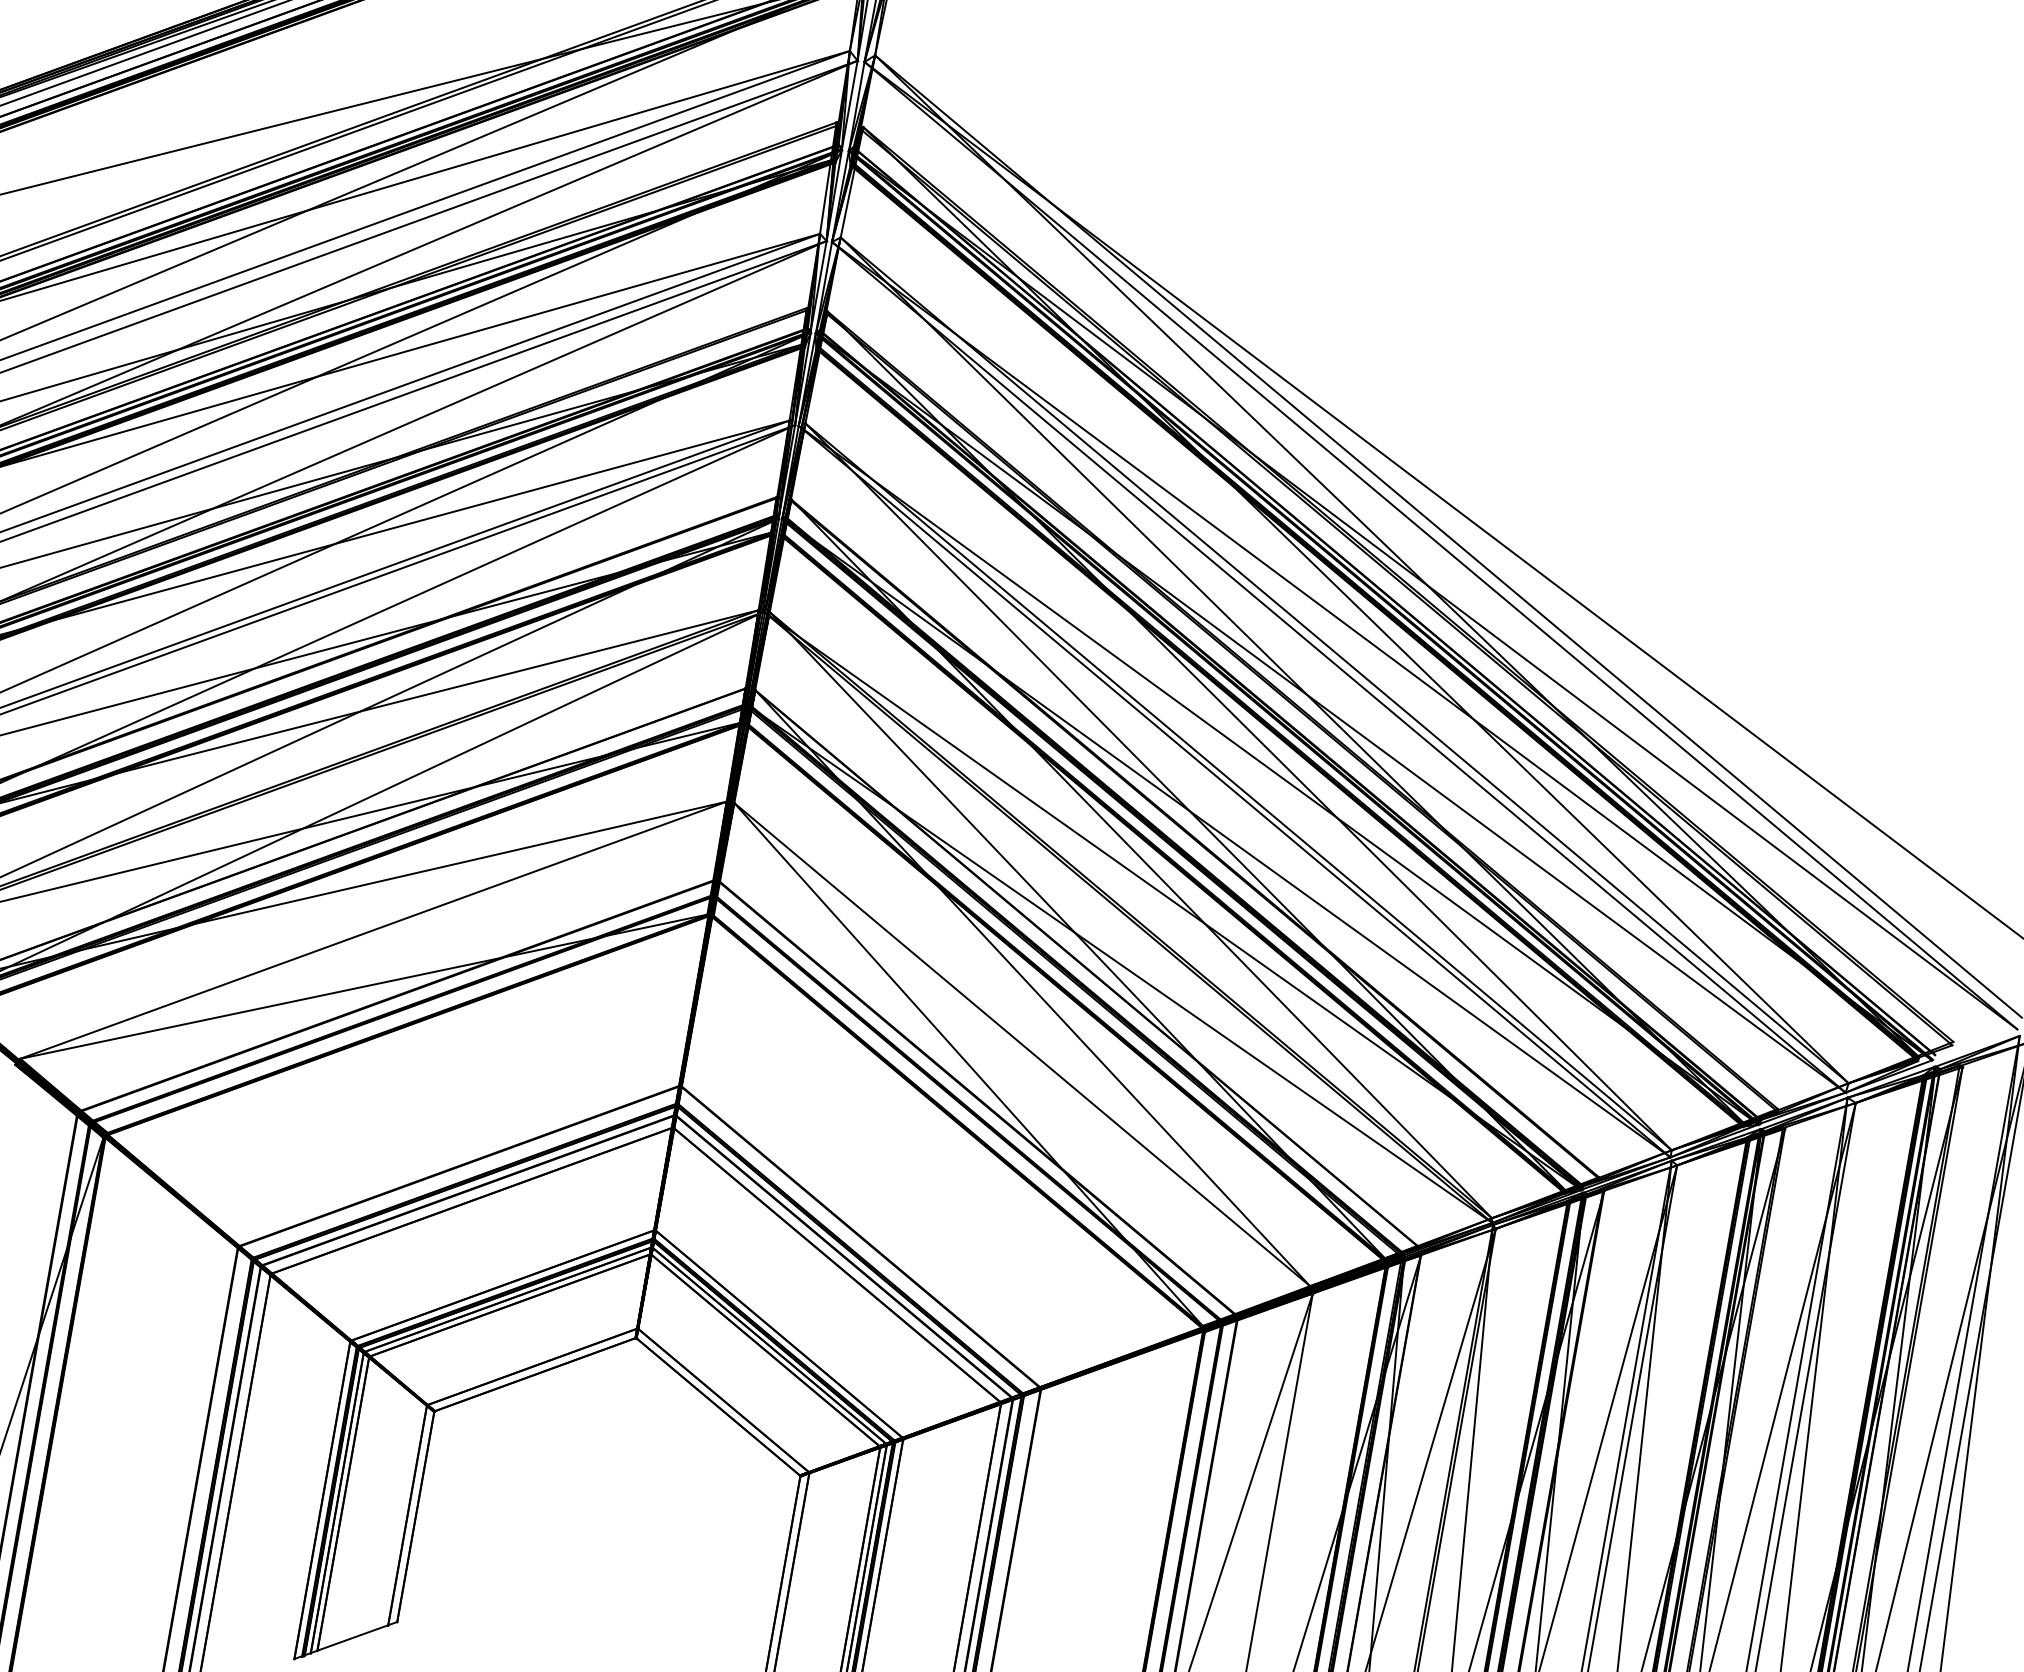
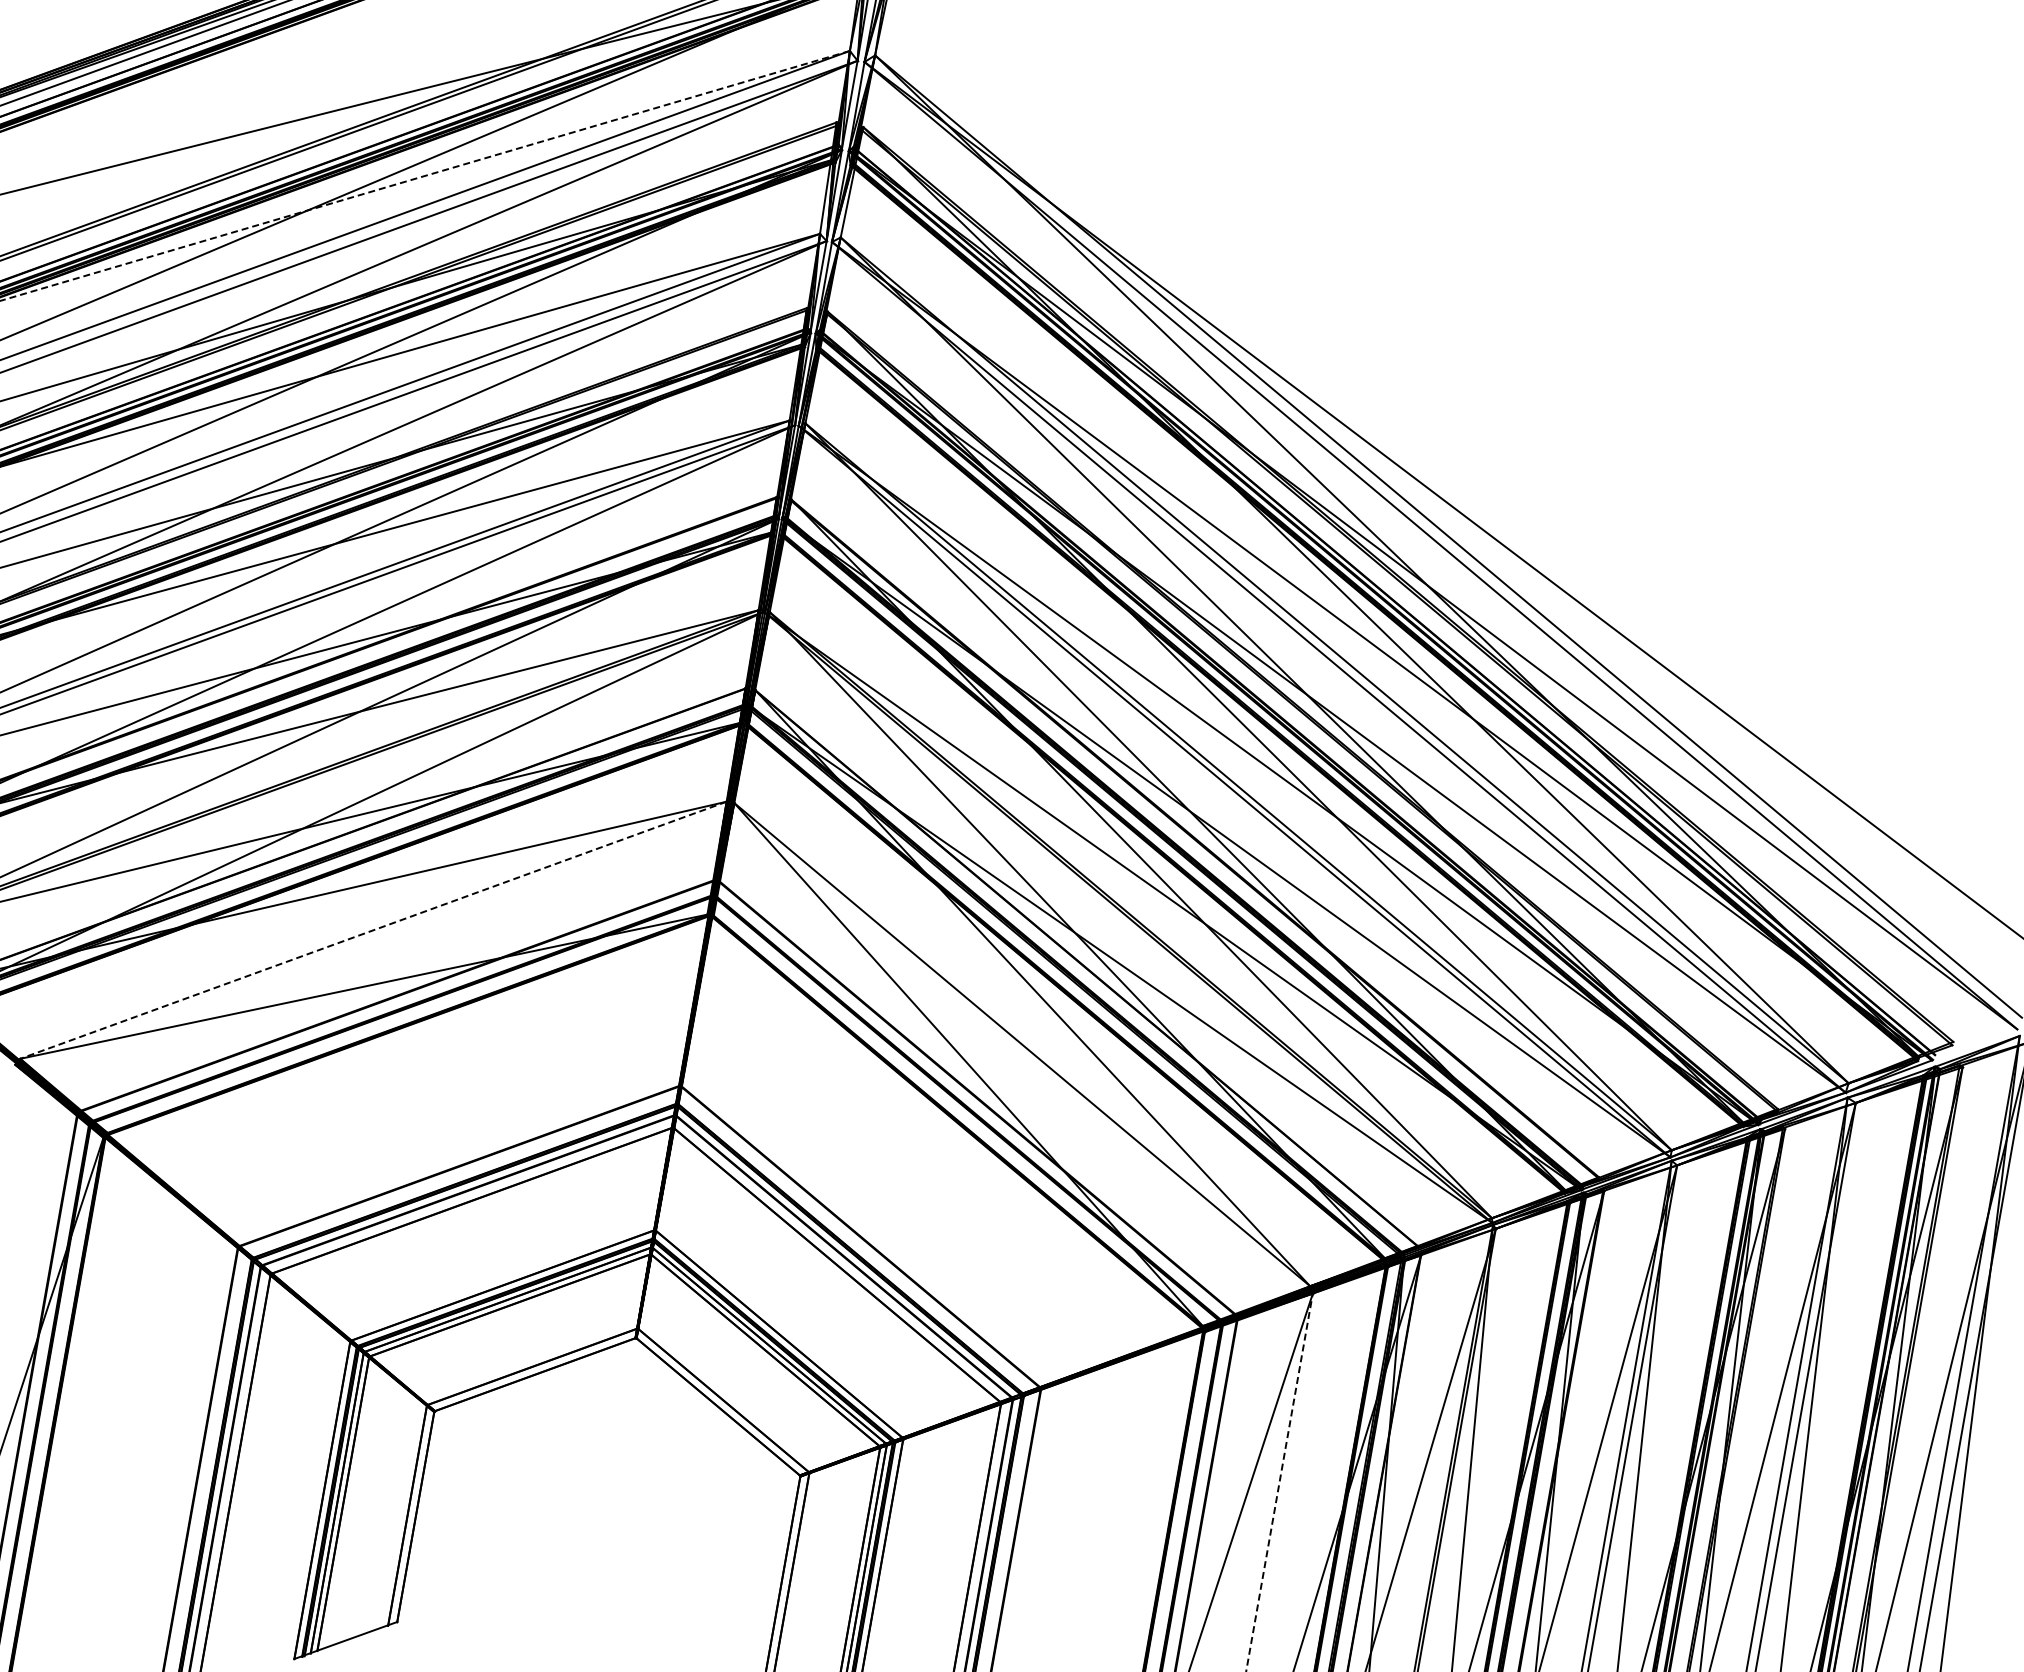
line at (425, 175): solid -> dashed
line at (373, 930): solid -> dashed
line at (1279, 1482): solid -> dashed
